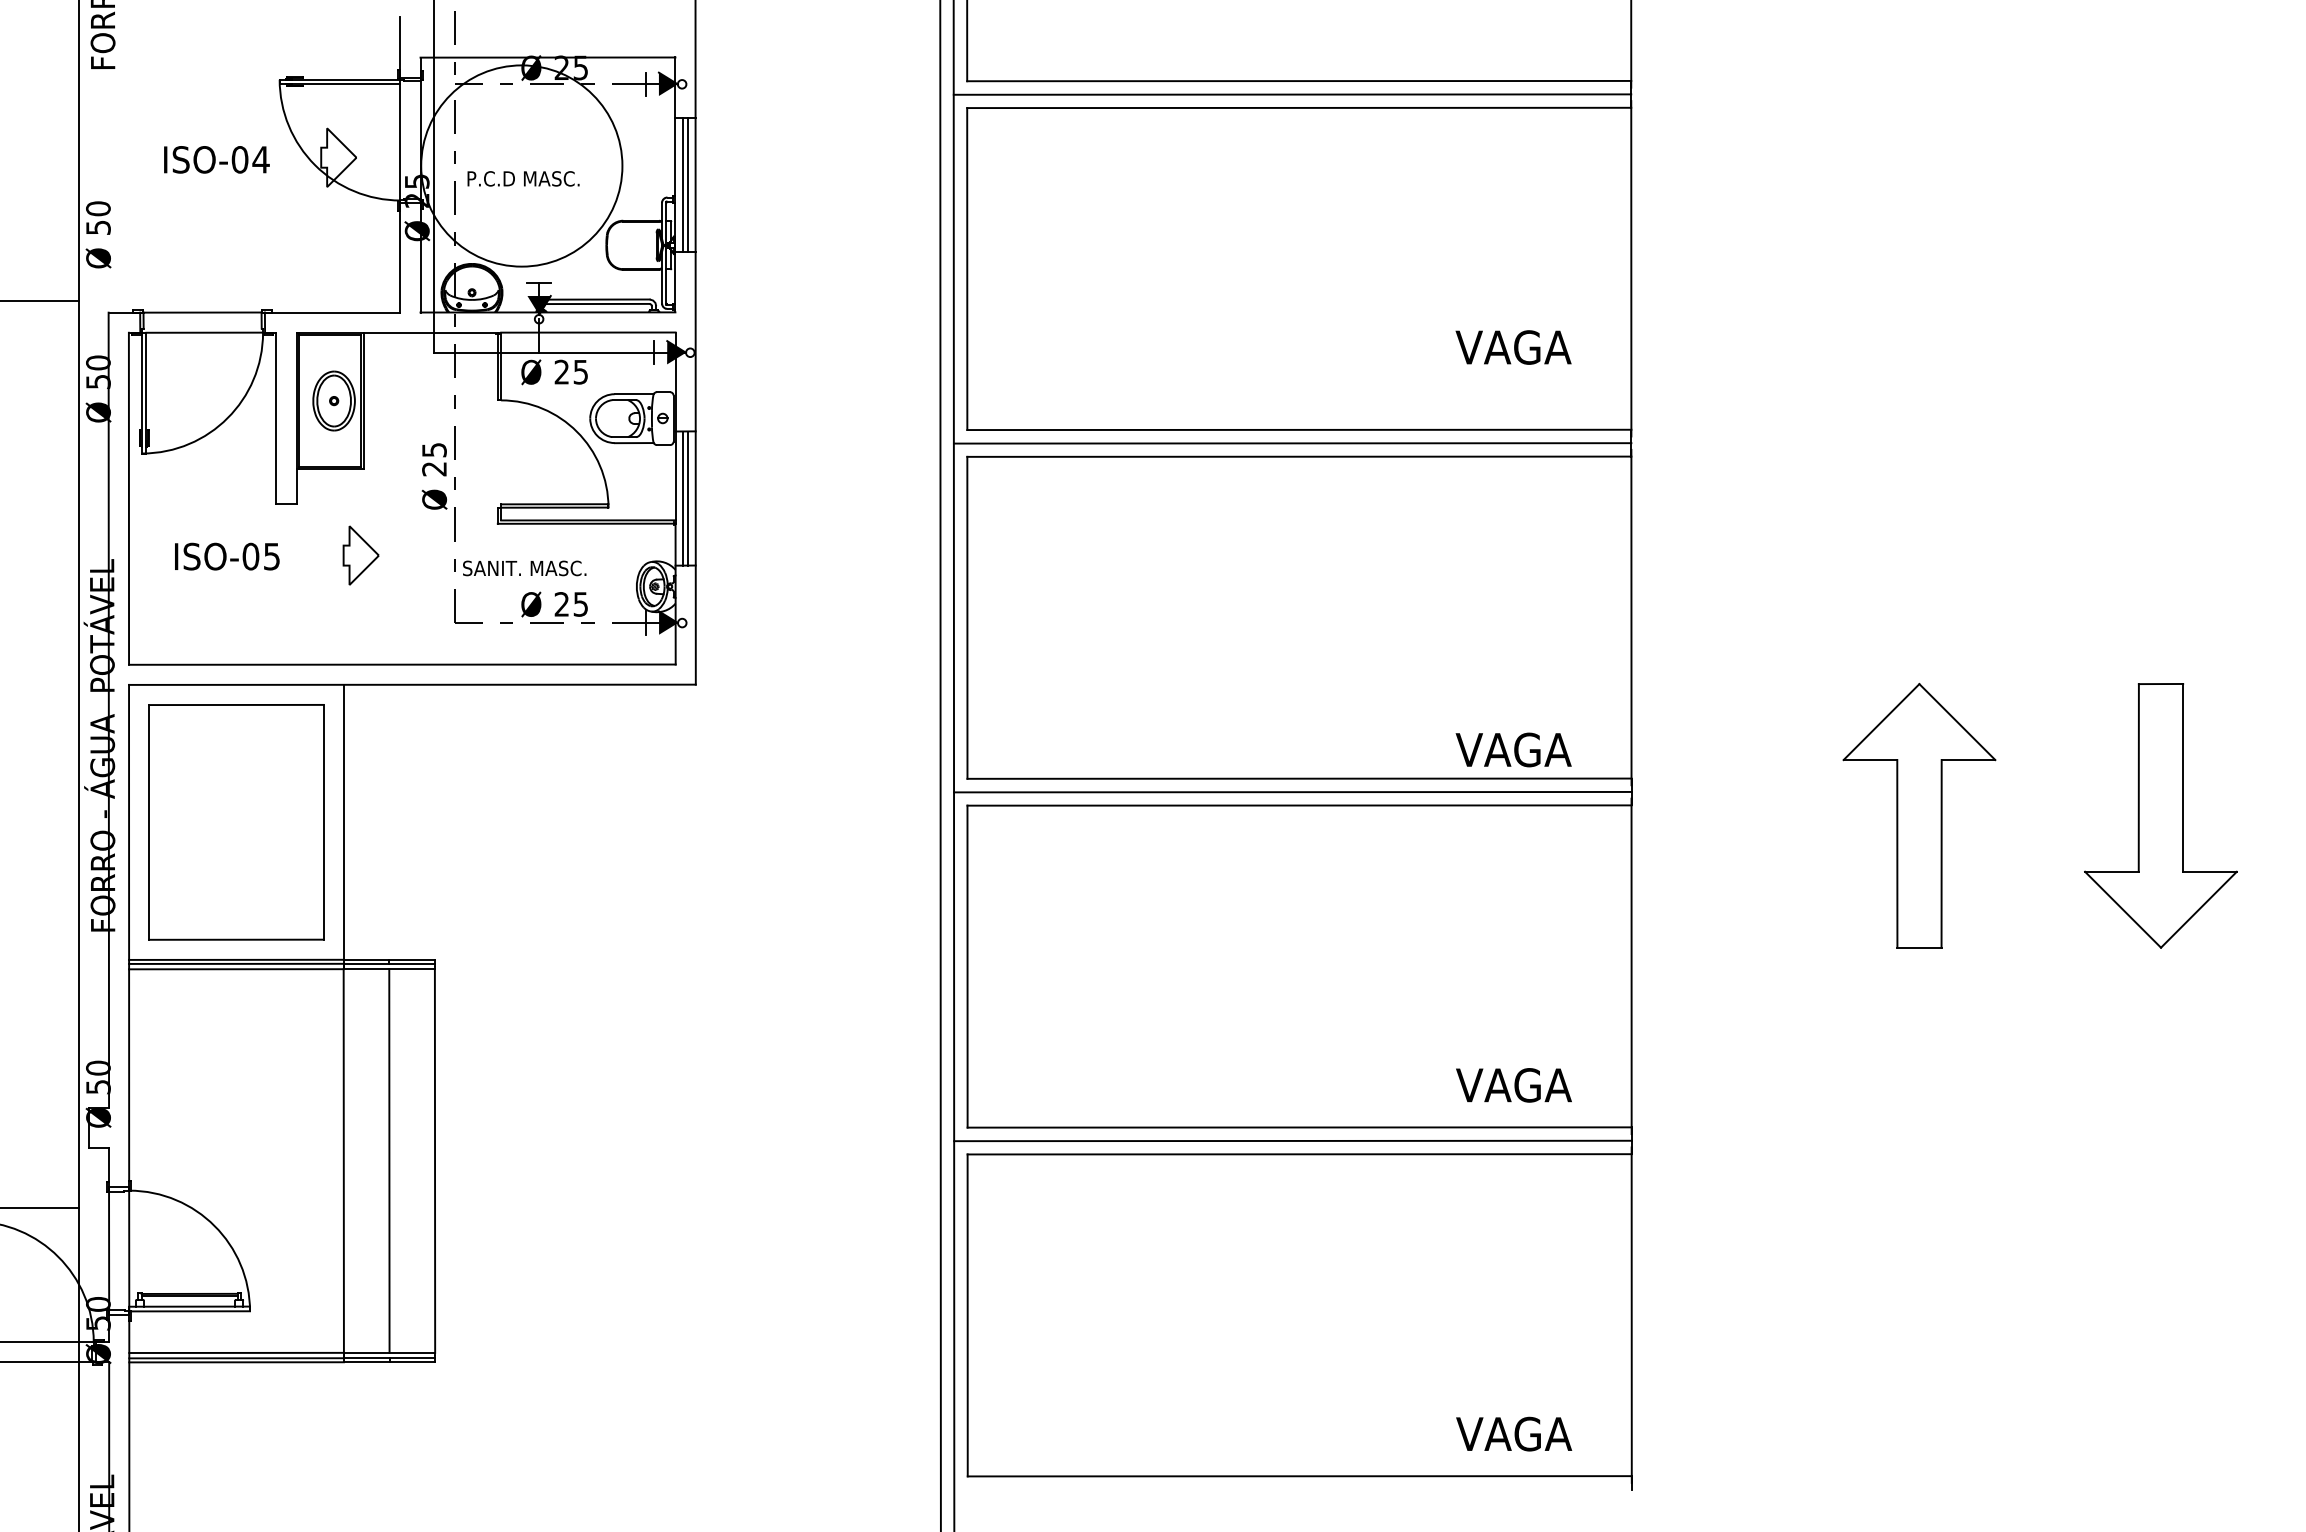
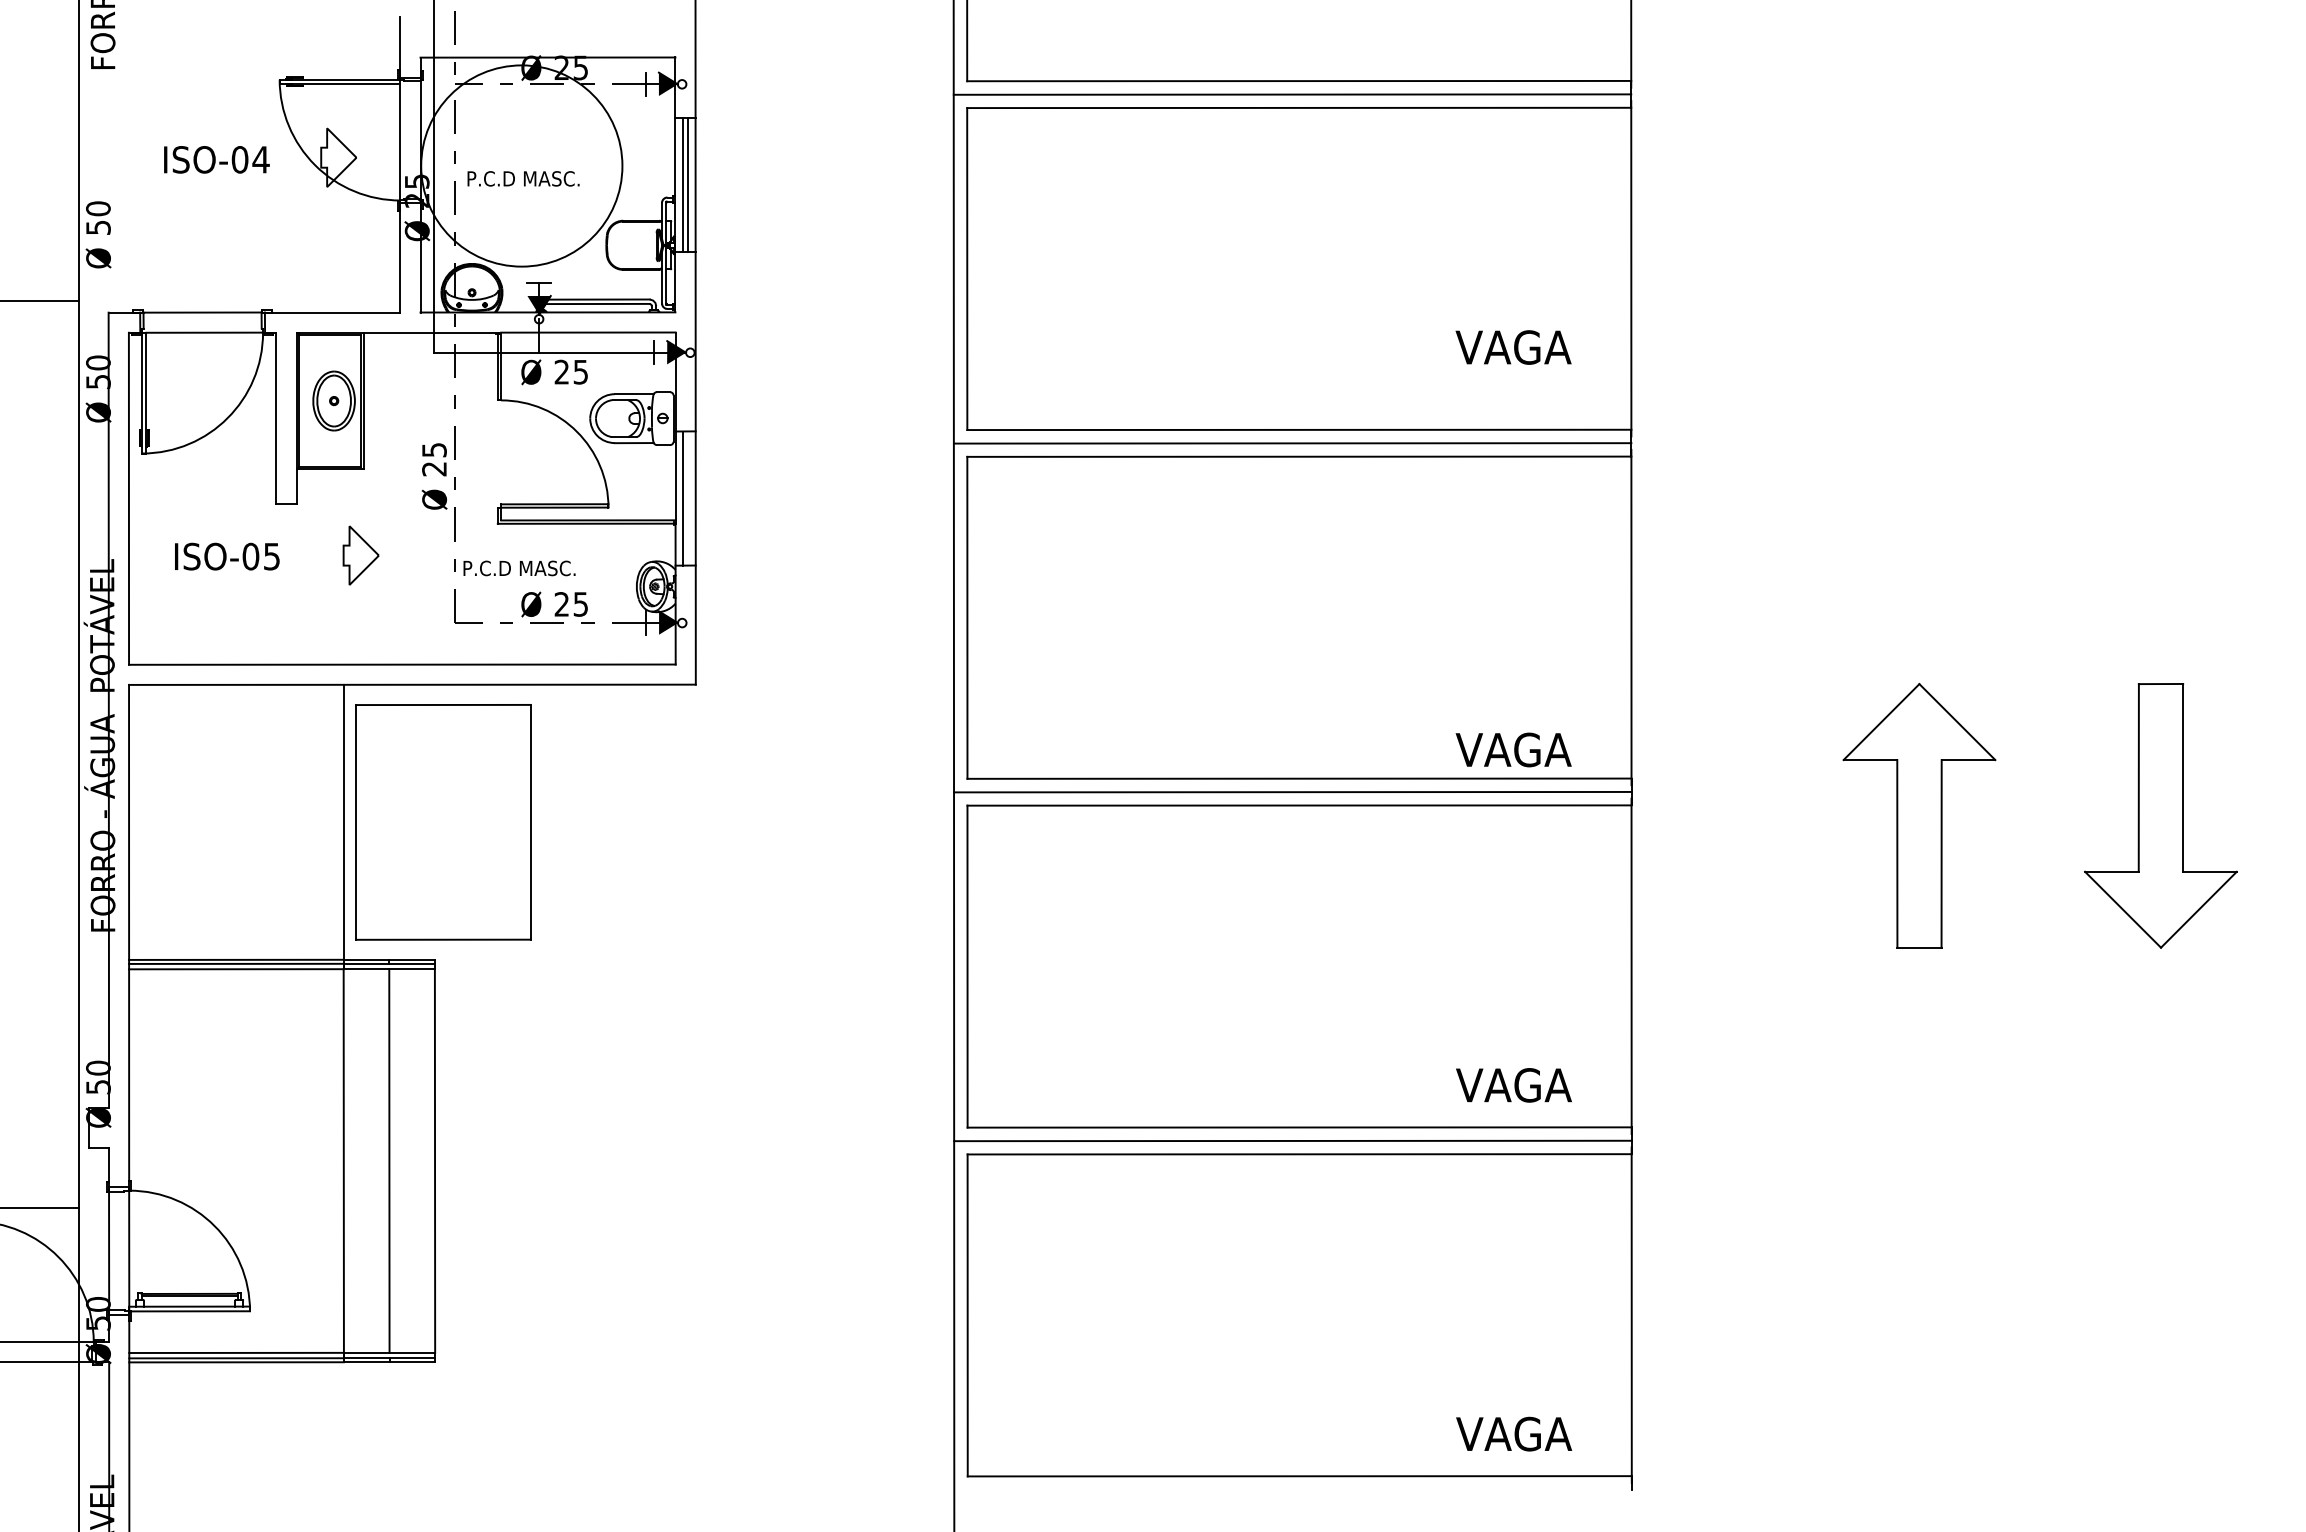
line at (688, 498): present -> none
text at (524, 568): SANIT. MASC. -> P.C.D MASC.
line at (940, 765): present -> none
part at (236, 822) position: (236, 822) -> (443, 822)
